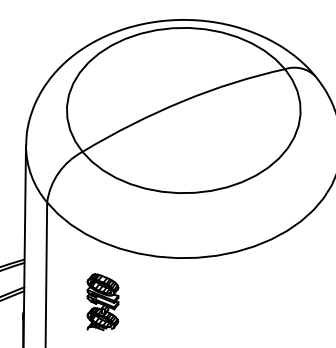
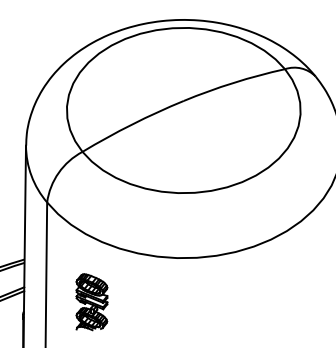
part at (102, 302) position: (102, 302) -> (91, 302)
